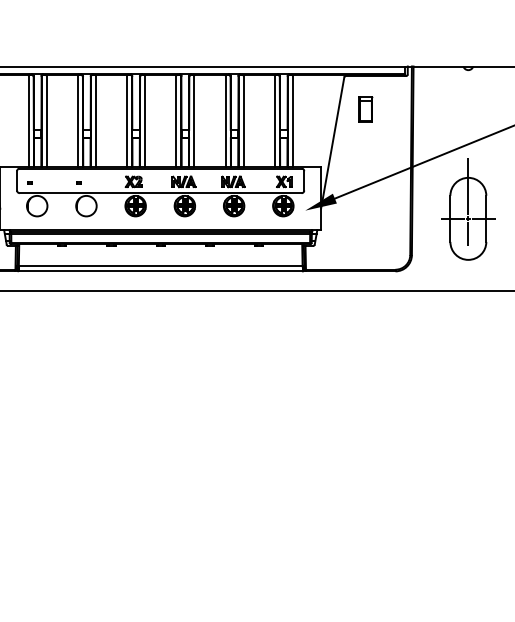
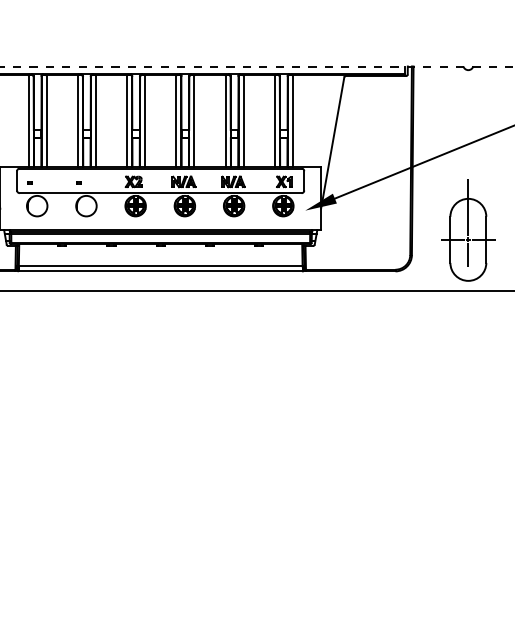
line at (257, 66): solid -> dashed
part at (365, 109): present -> none
part at (468, 209) position: (468, 209) -> (468, 230)
